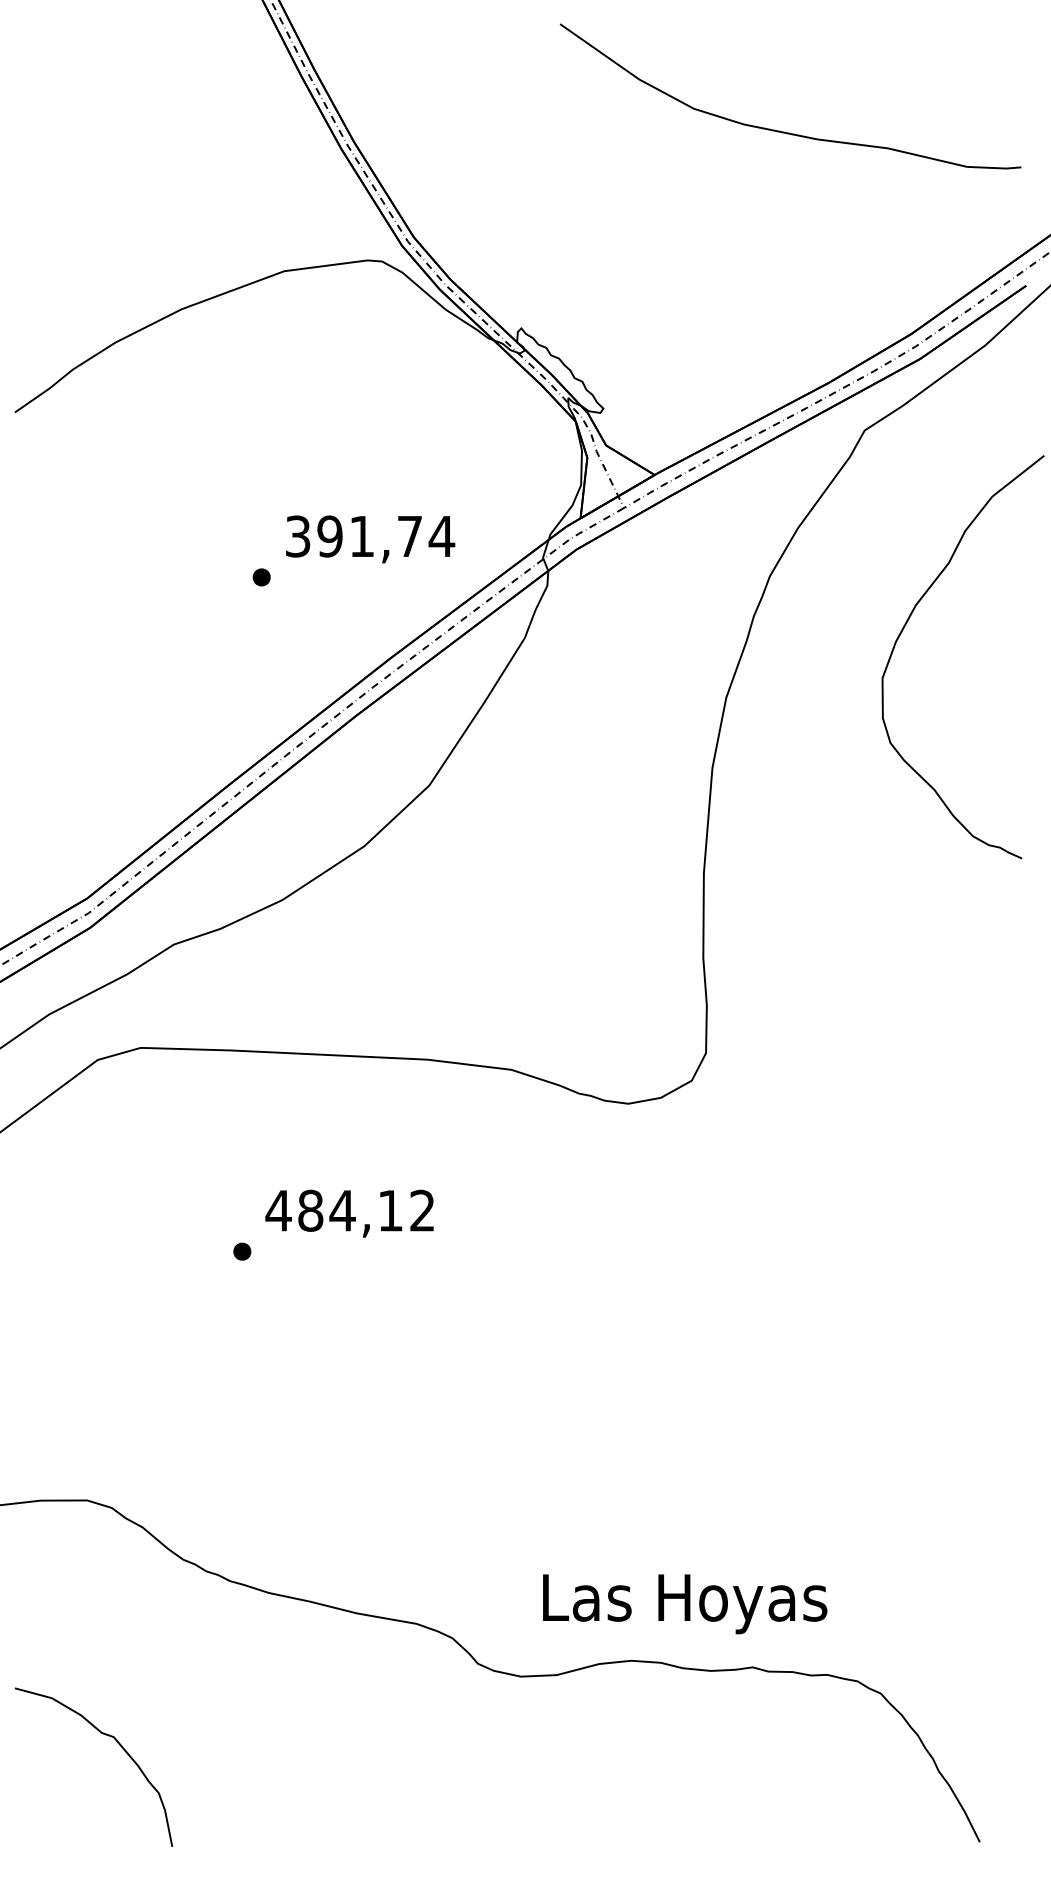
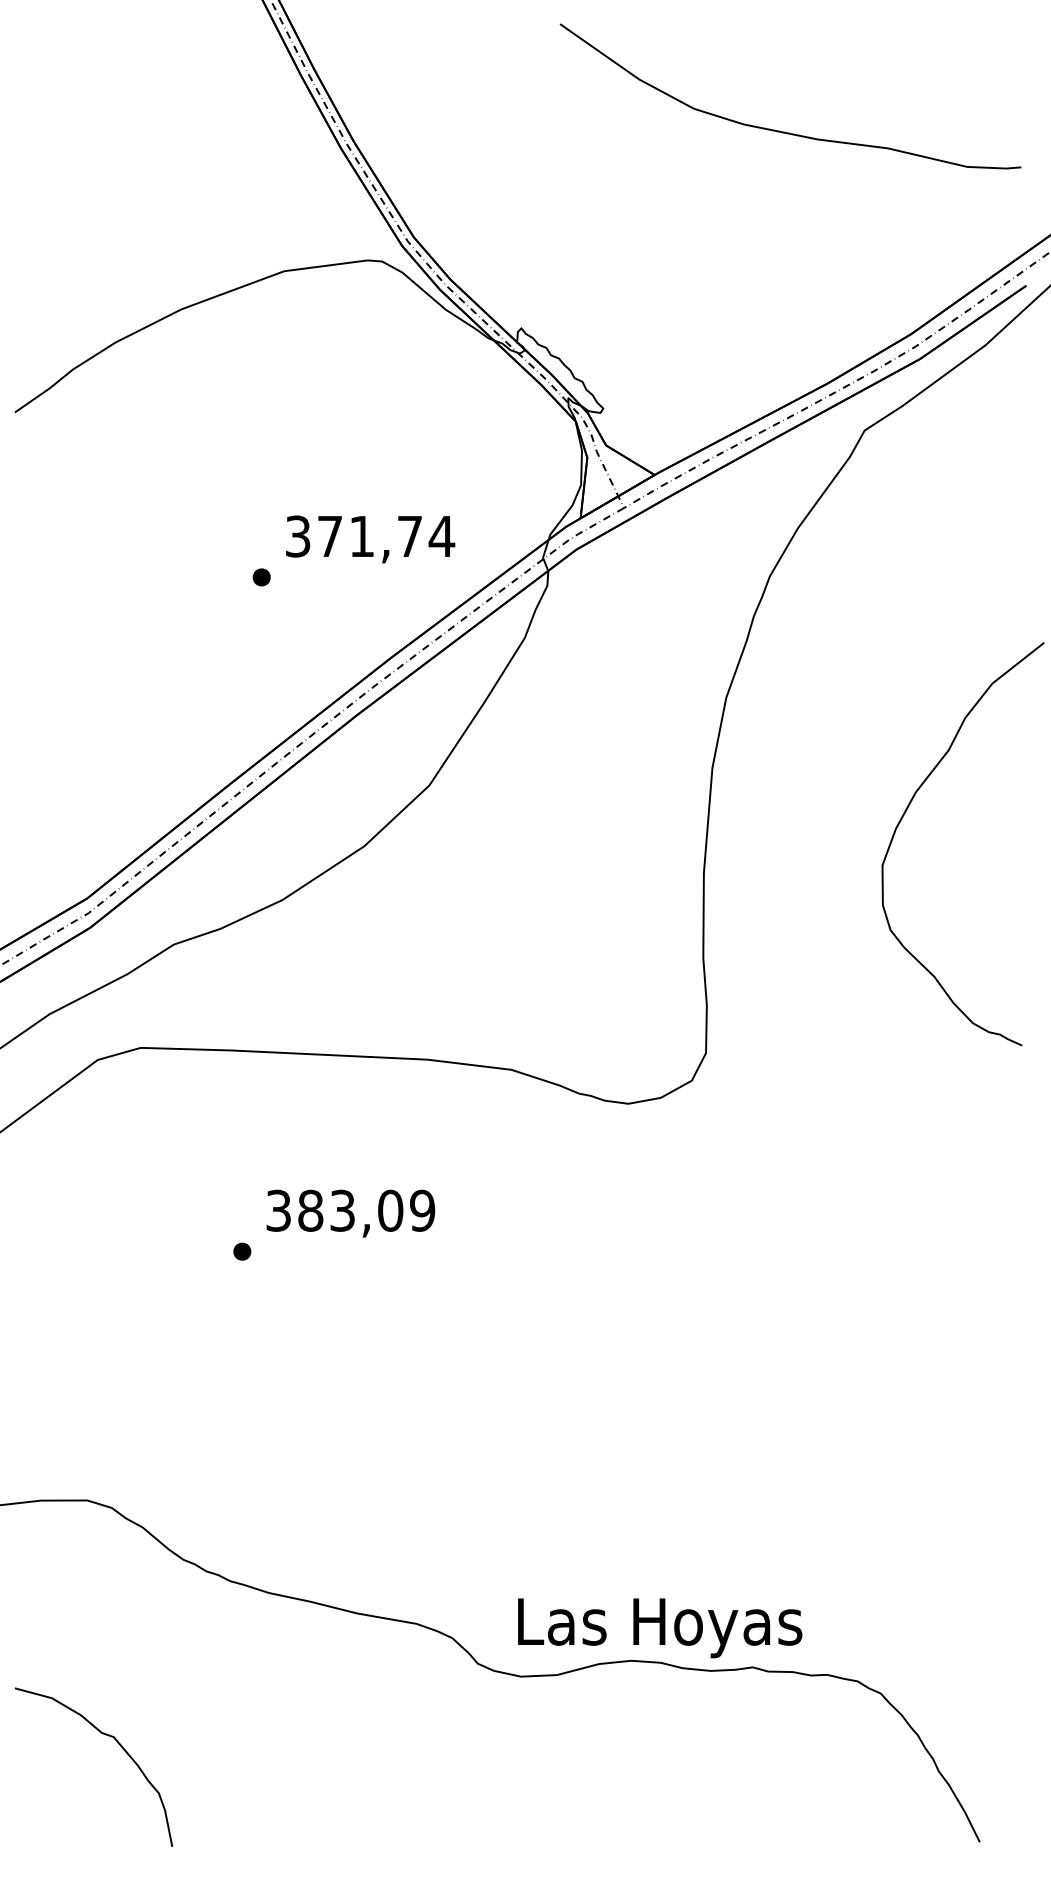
text at (329, 536): 391,74 -> 371,74
curve at (904, 628) position: (904, 628) -> (904, 815)
text at (350, 1210): 484,12 -> 383,09
text at (685, 1604) position: (685, 1604) -> (660, 1628)
